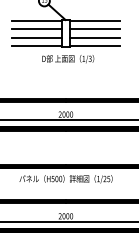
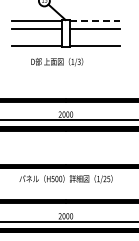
line at (95, 20): solid -> dashed
line at (36, 37): present -> none
line at (95, 37): present -> none
text at (68, 59) position: (68, 59) -> (57, 62)
